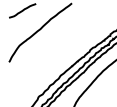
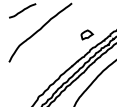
part at (87, 34): none -> present
